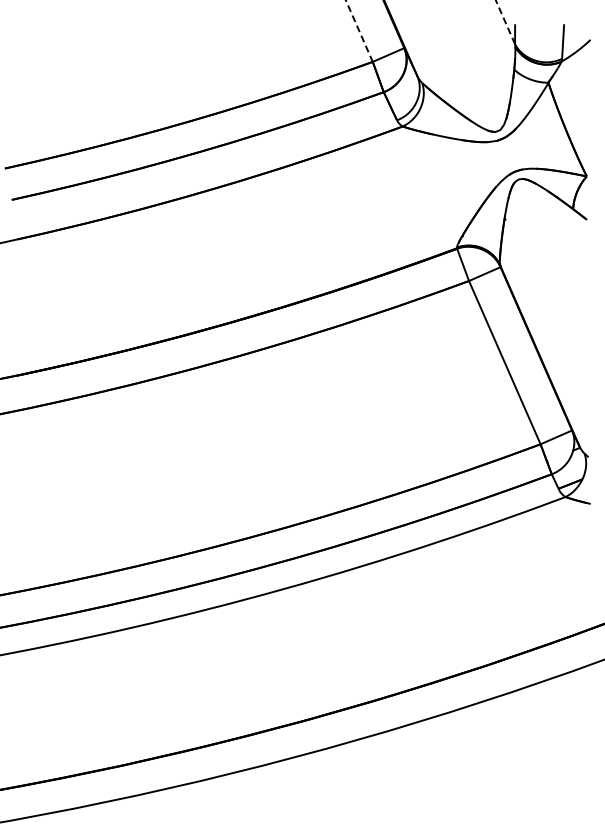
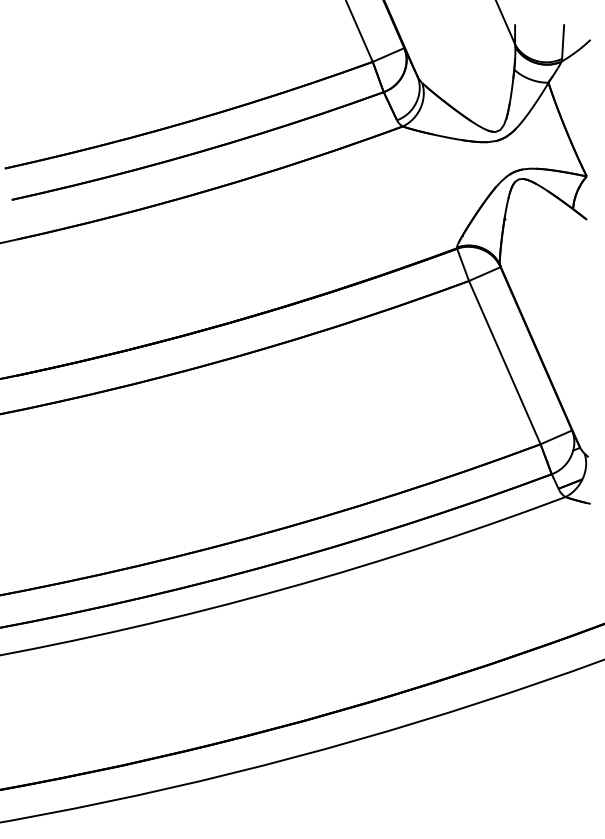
line at (505, 22): dashed -> solid
line at (359, 31): dashed -> solid
